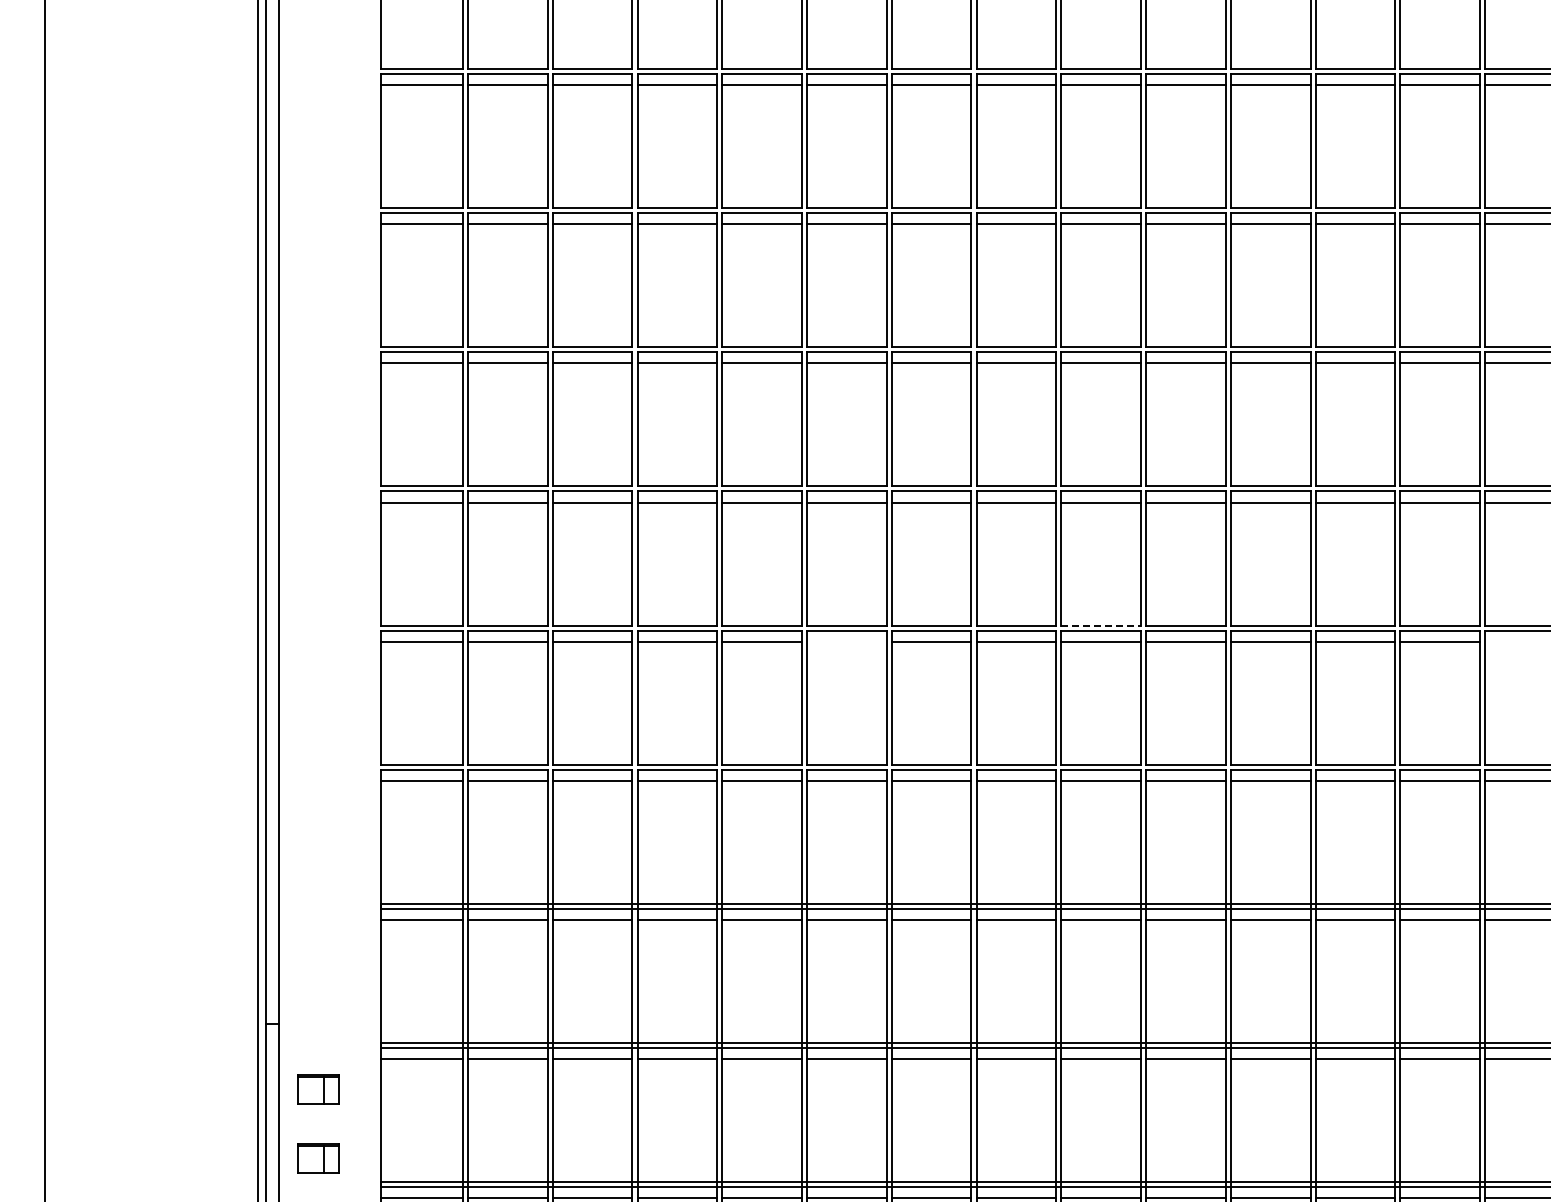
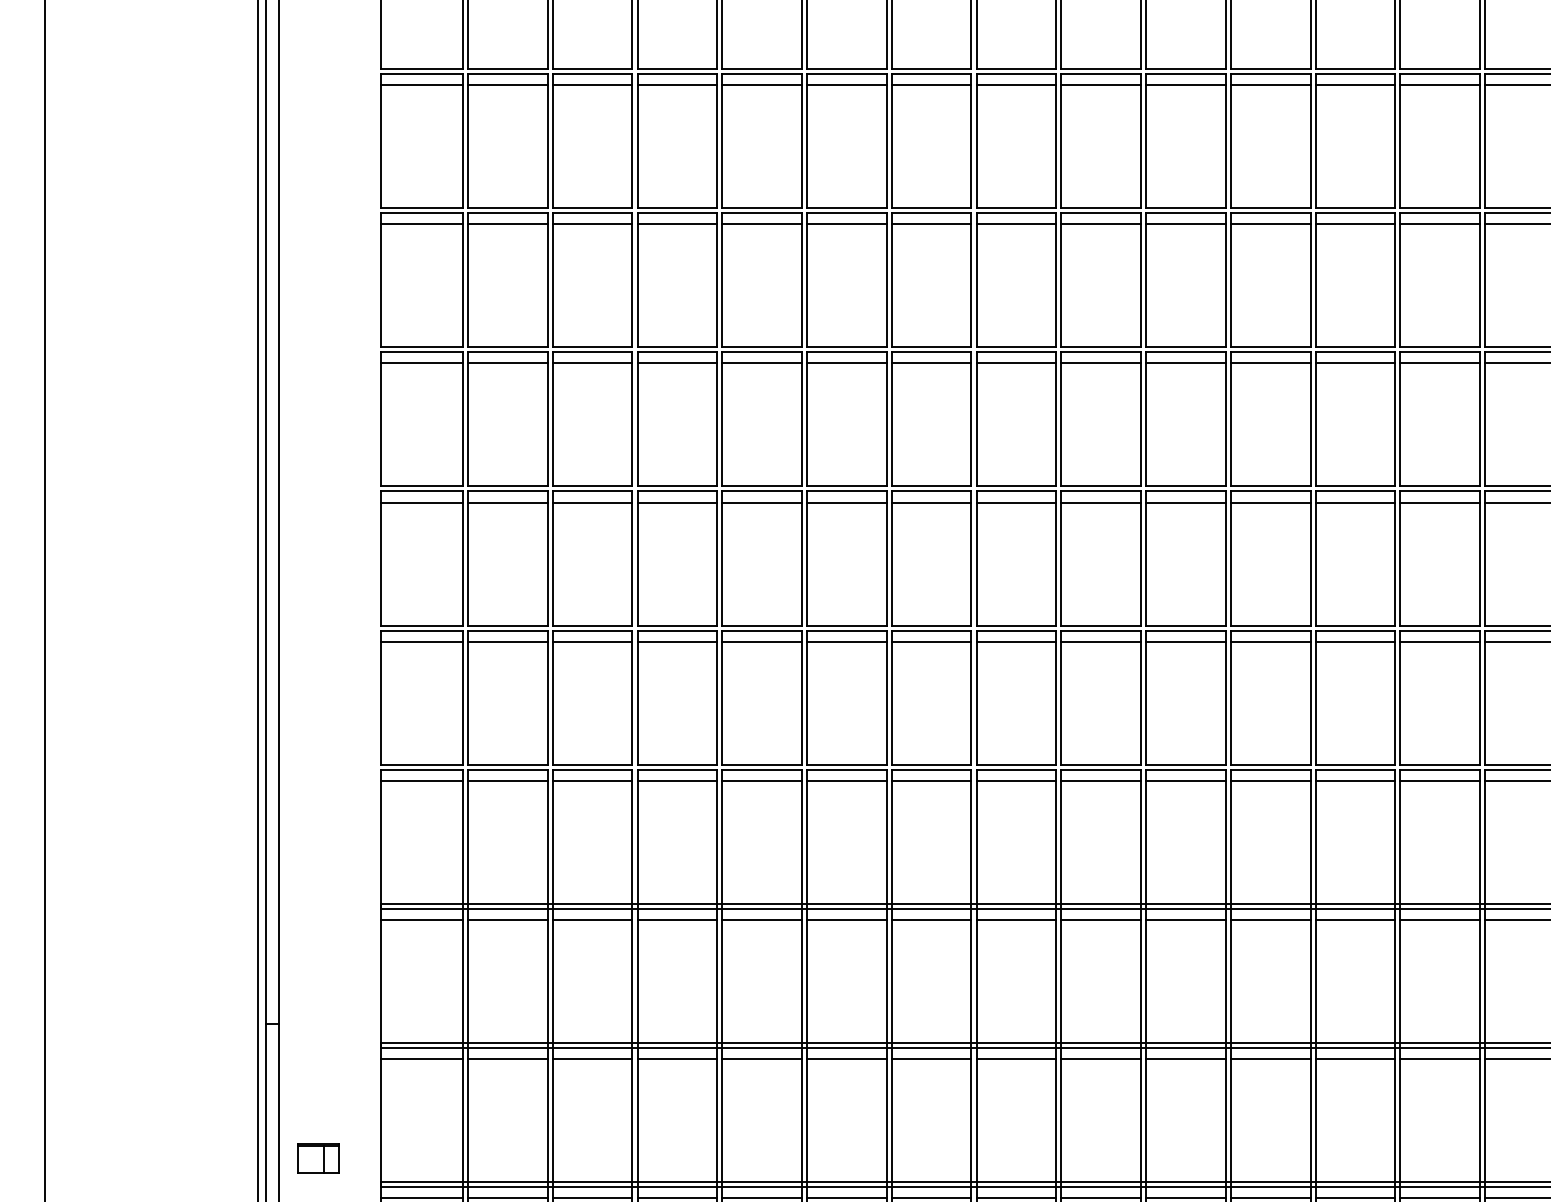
line at (1101, 625): dashed -> solid
line at (846, 641): none -> present
line at (1516, 641): none -> present
part at (318, 1089): present -> none
